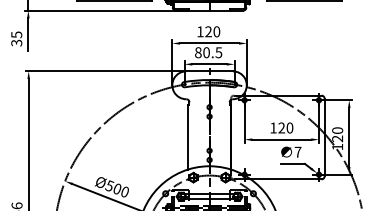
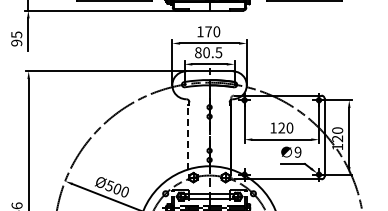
text at (208, 31): 120 -> 170
text at (16, 42): 35 -> 95
line at (188, 137): solid -> dashed
text at (297, 151): 7 -> 9
